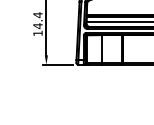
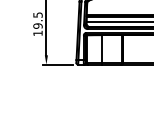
text at (37, 20): 14.4 -> 19.5
